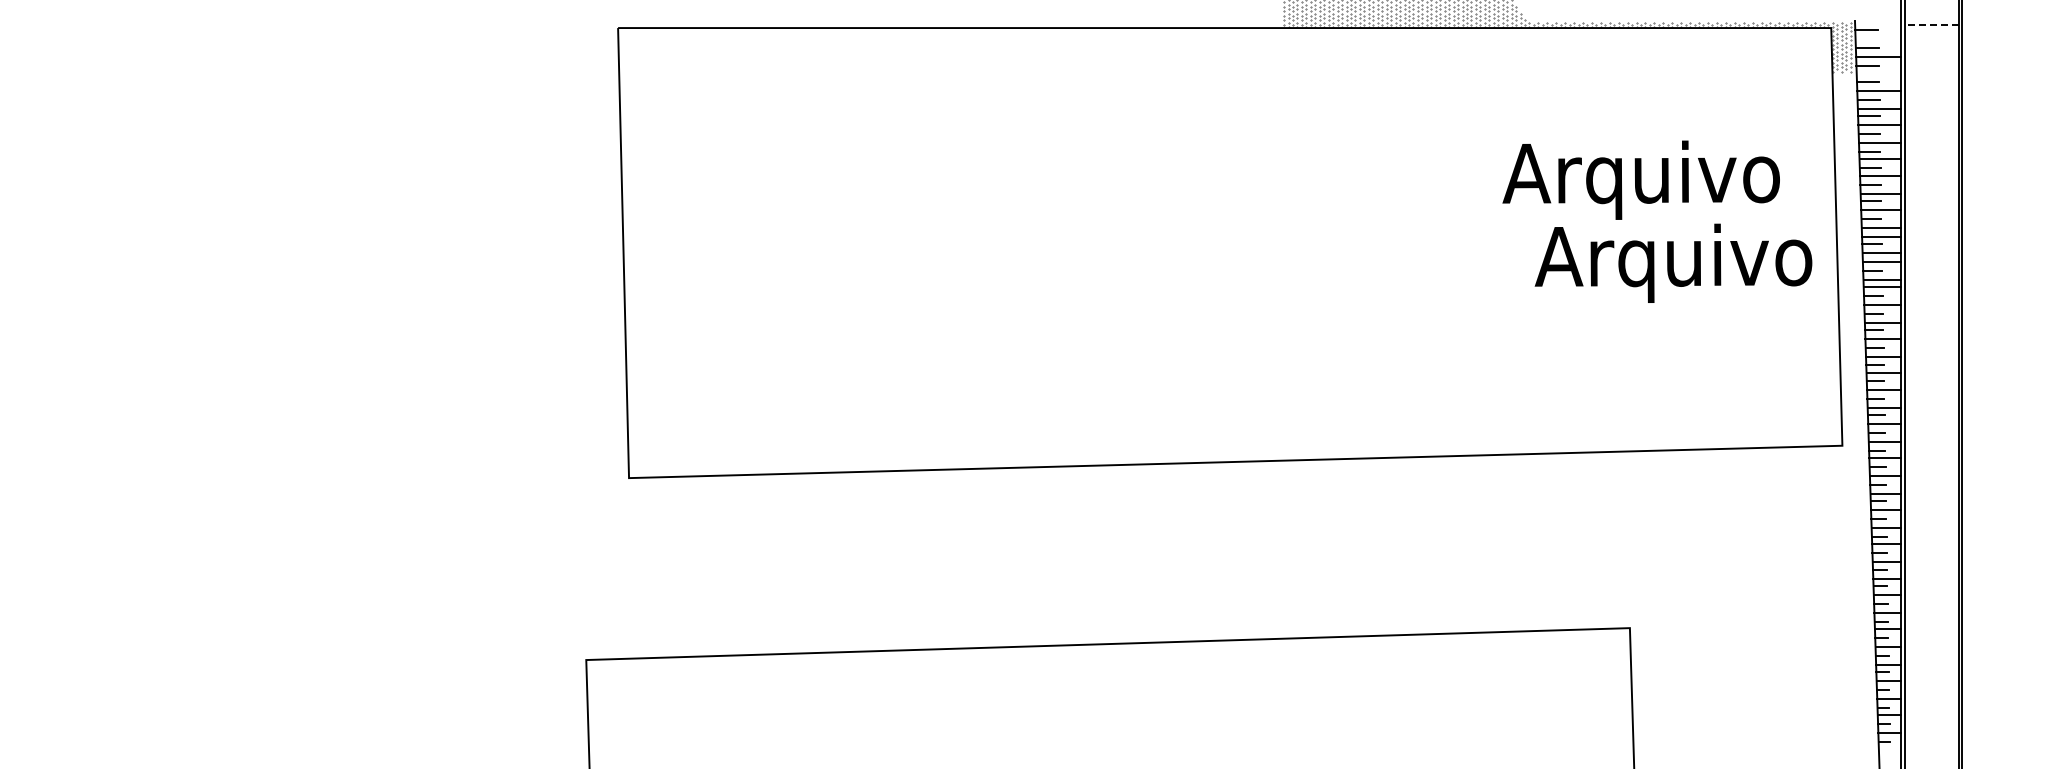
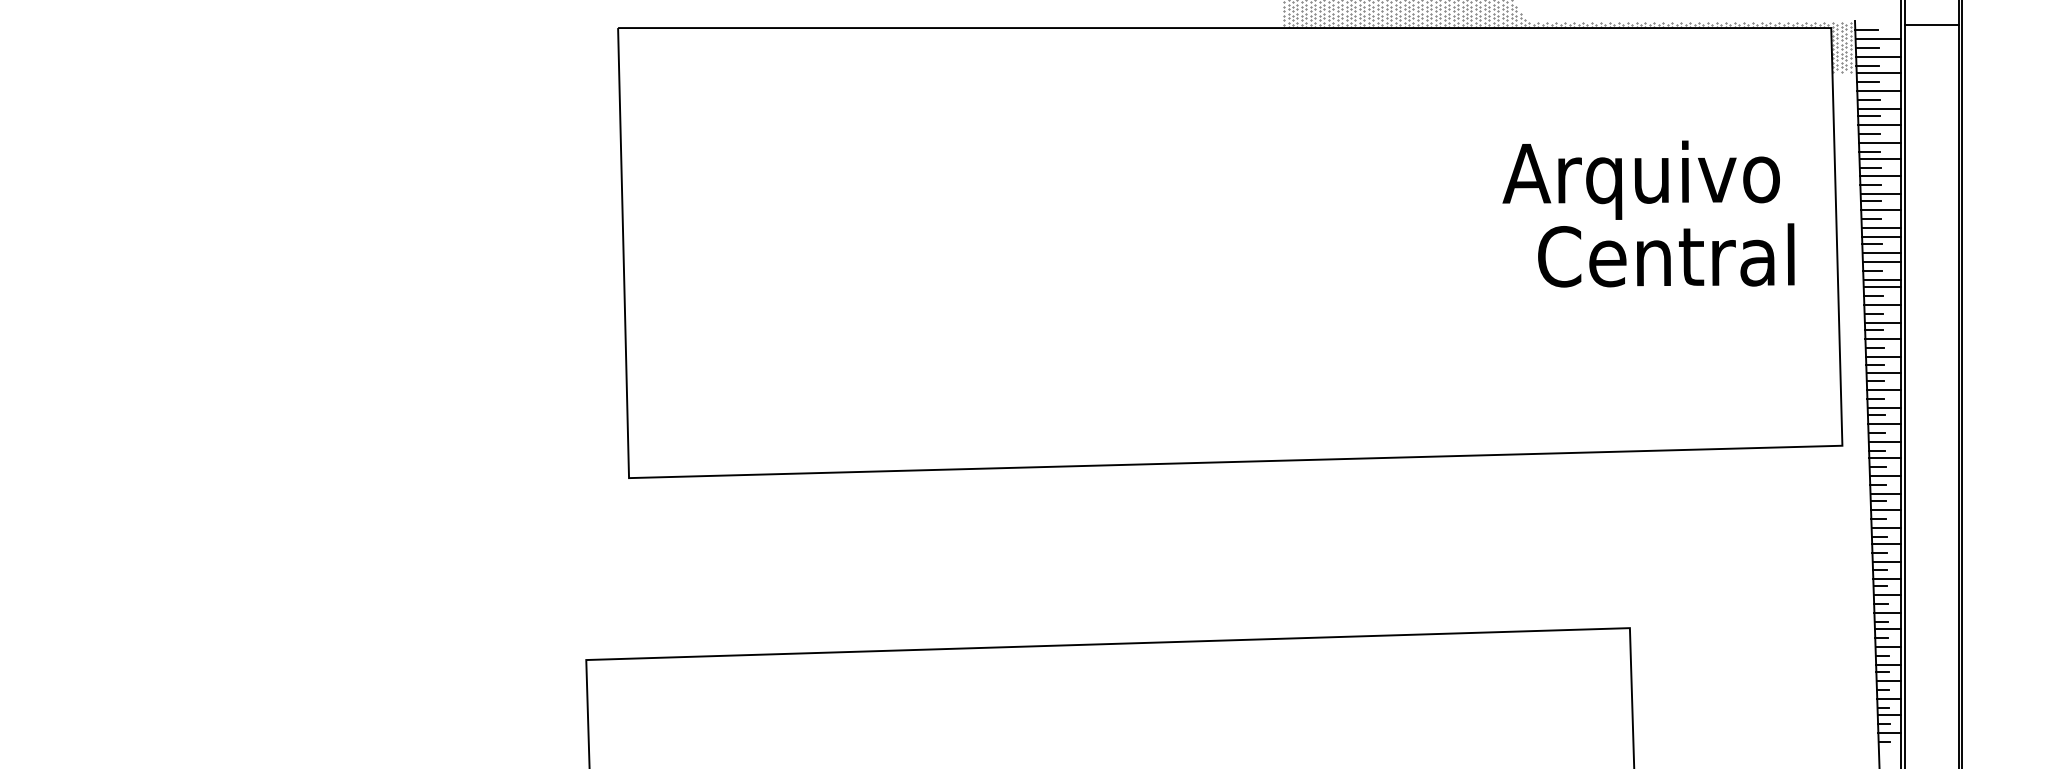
line at (1931, 24): dashed -> solid
line at (1878, 39): none -> present
line at (1878, 73): none -> present
text at (1673, 262): Arquivo -> Central
